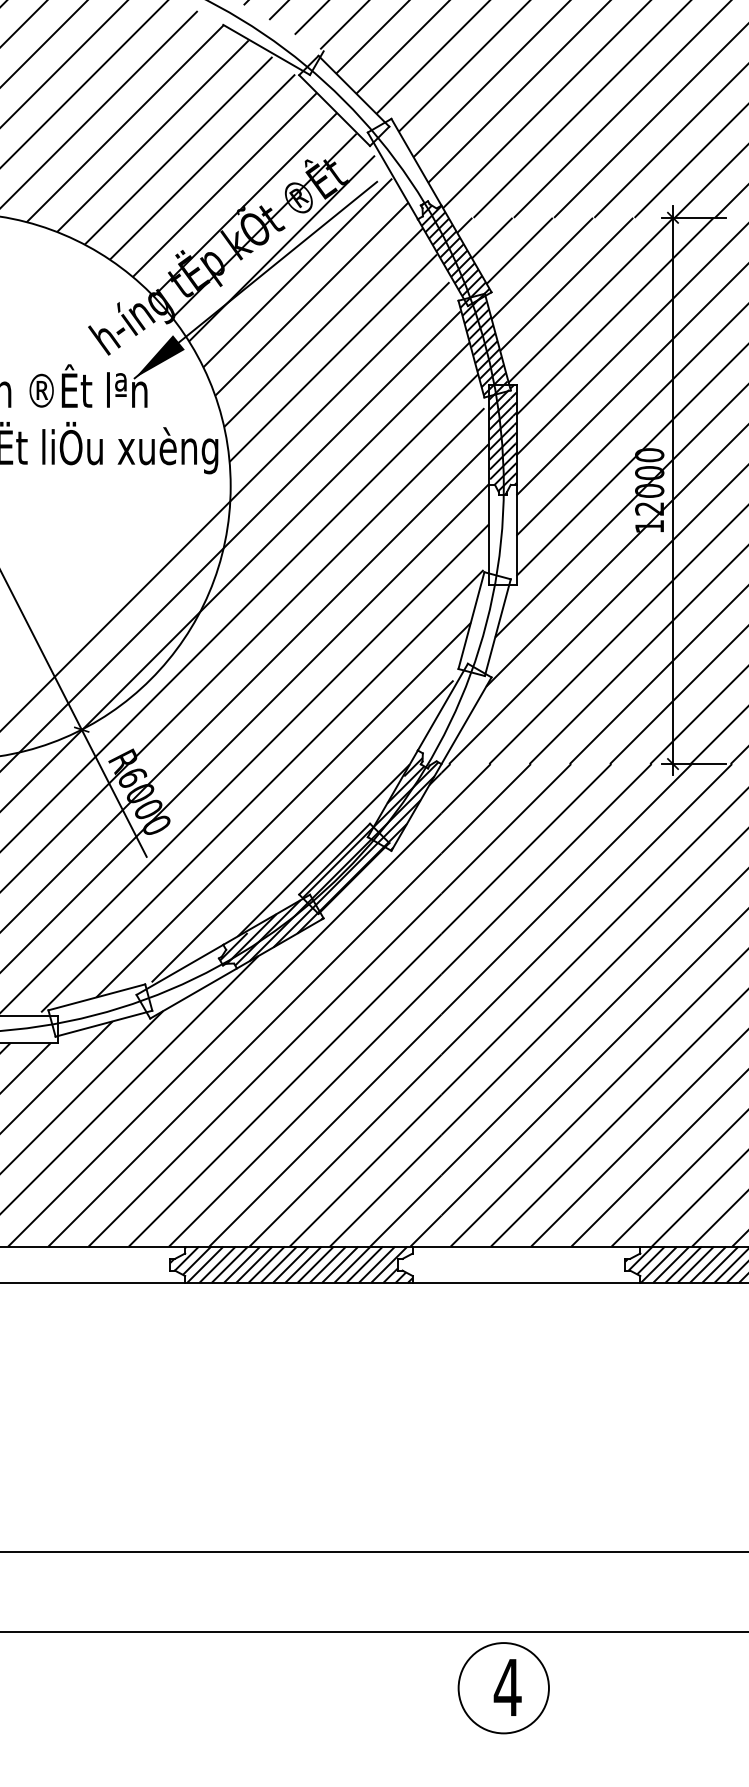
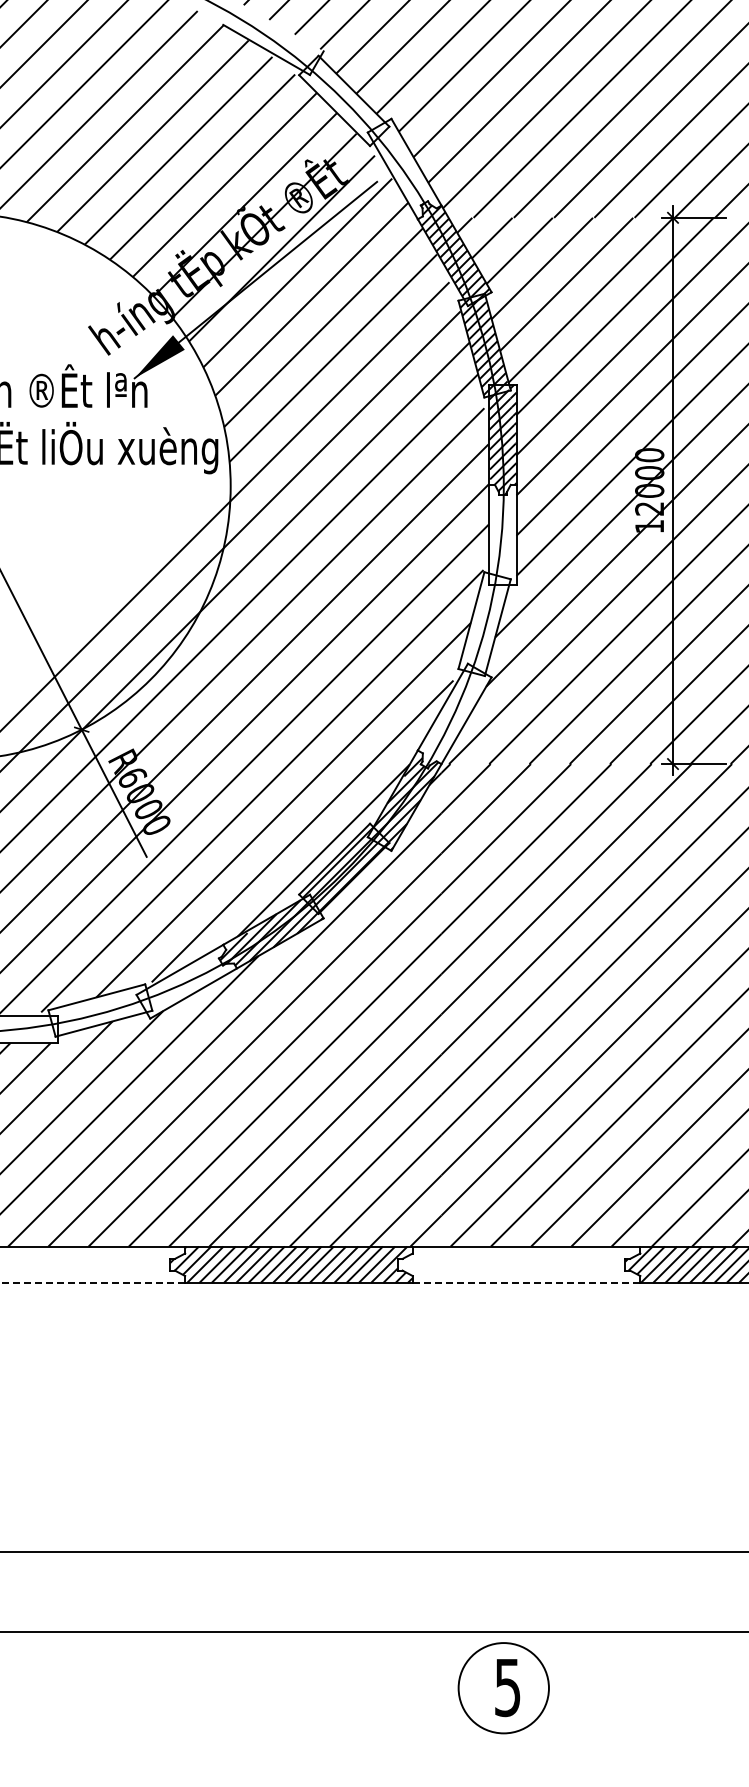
line at (93, 1282): solid -> dashed
line at (526, 1282): solid -> dashed
text at (507, 1688): 4 -> 5
